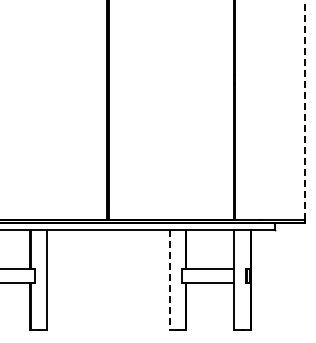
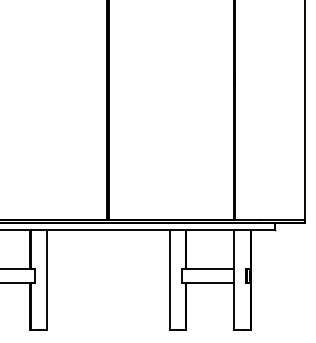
line at (305, 110): dashed -> solid
line at (170, 280): dashed -> solid
